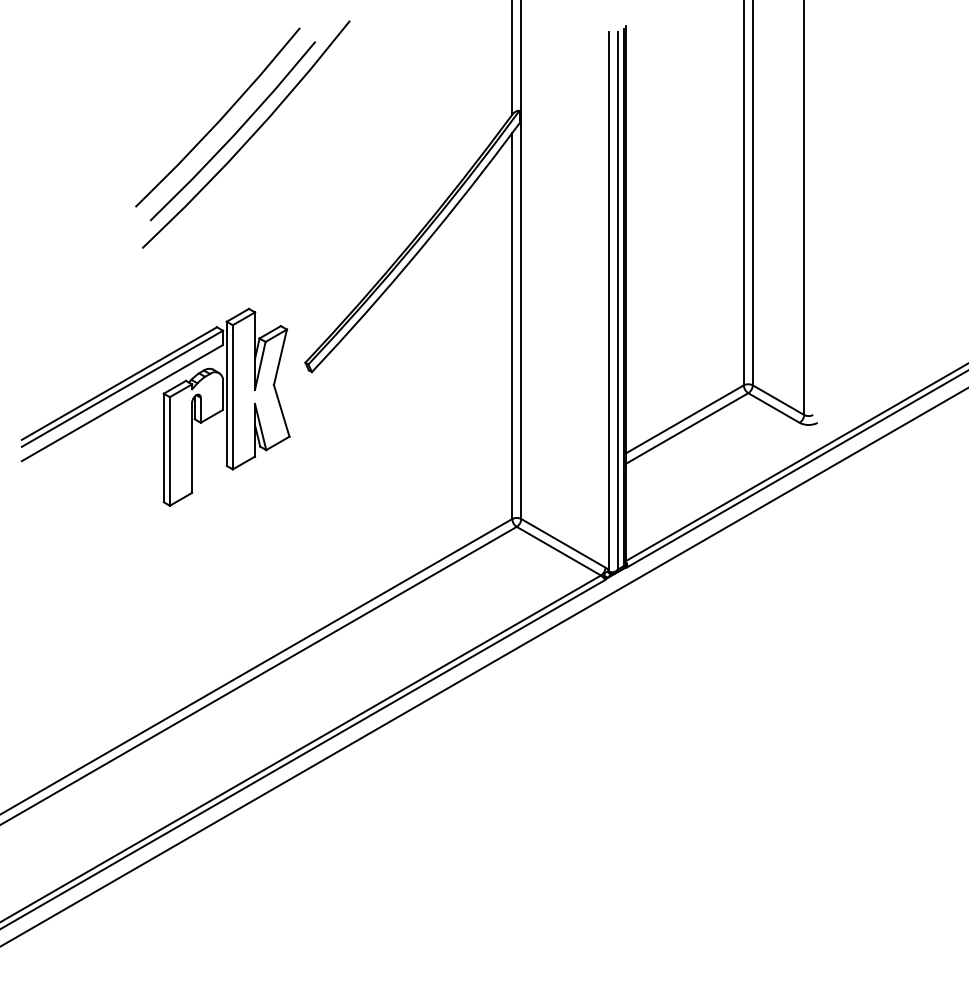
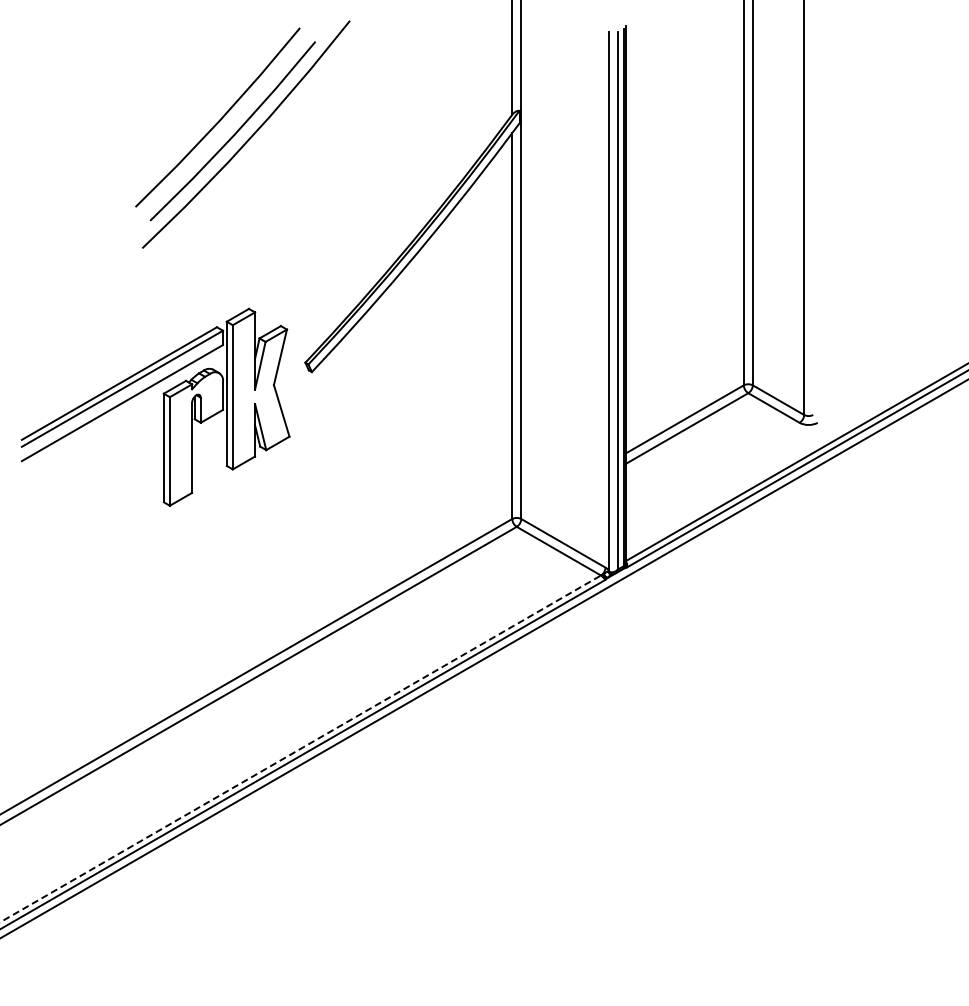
line at (483, 667) position: (483, 667) -> (483, 658)
line at (301, 748): solid -> dashed
